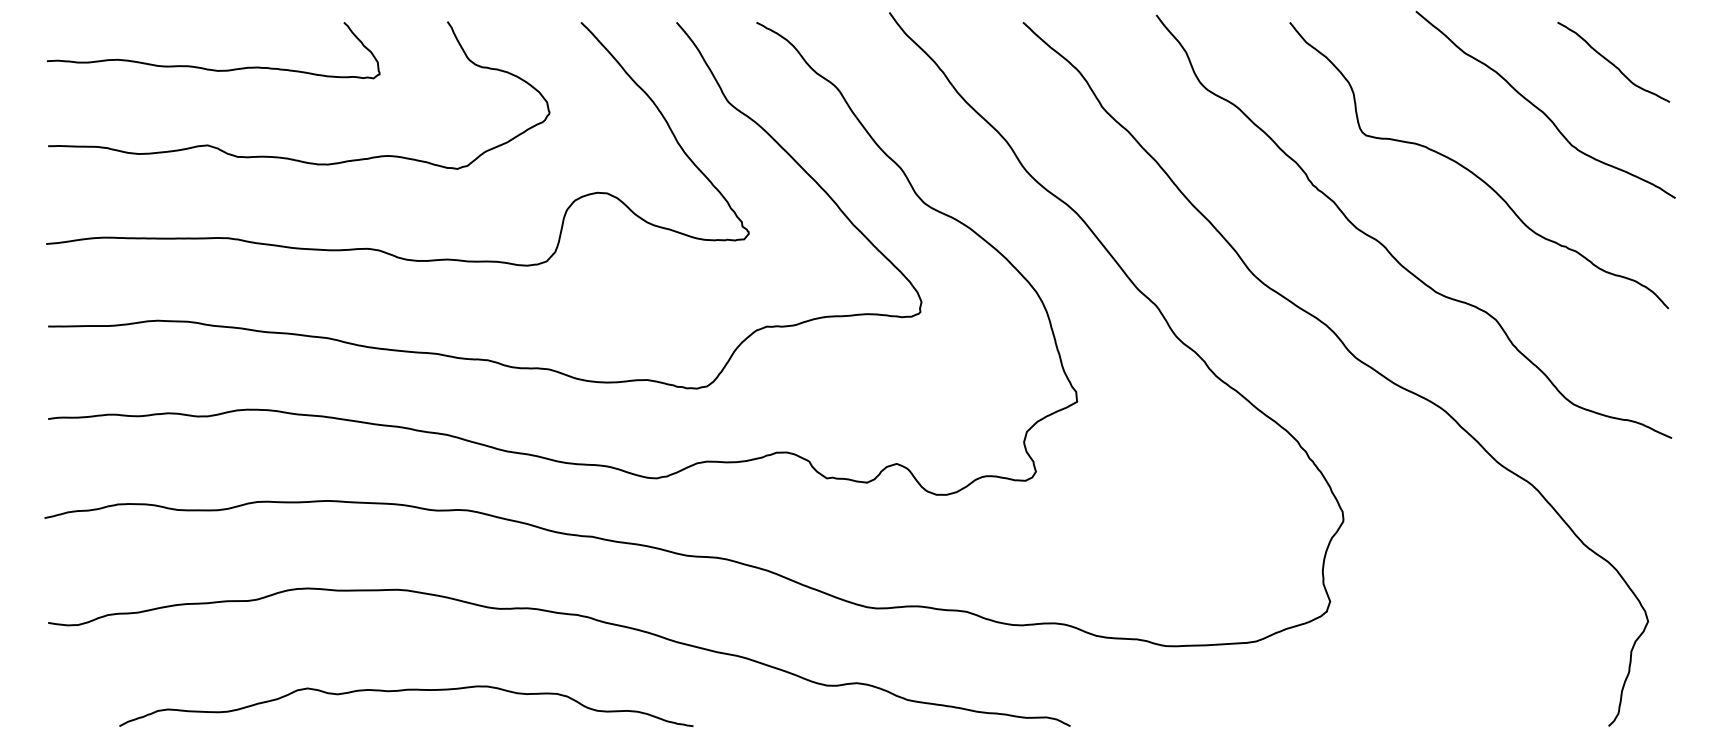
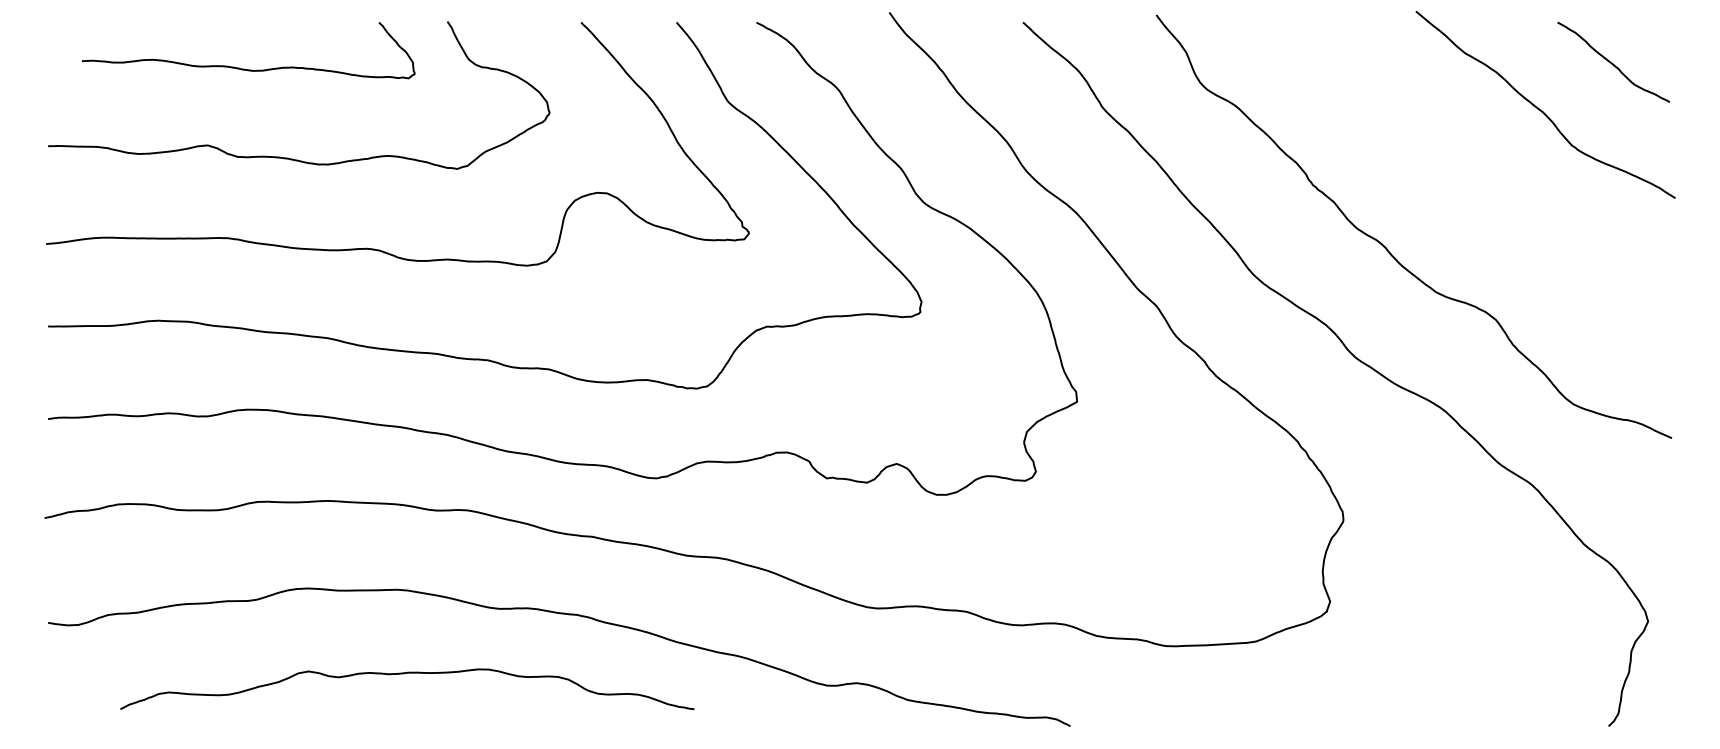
curve at (209, 68) position: (209, 68) -> (244, 68)
curve at (1472, 171): present -> none
curve at (403, 691) position: (403, 691) -> (404, 674)
